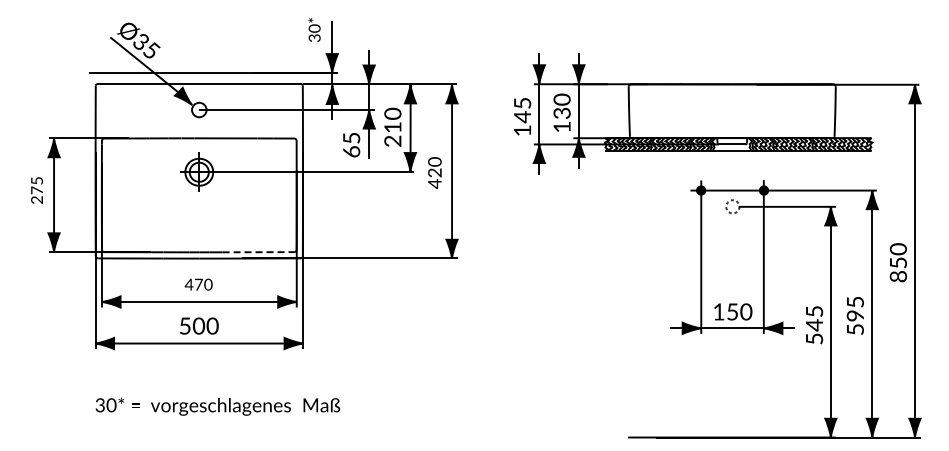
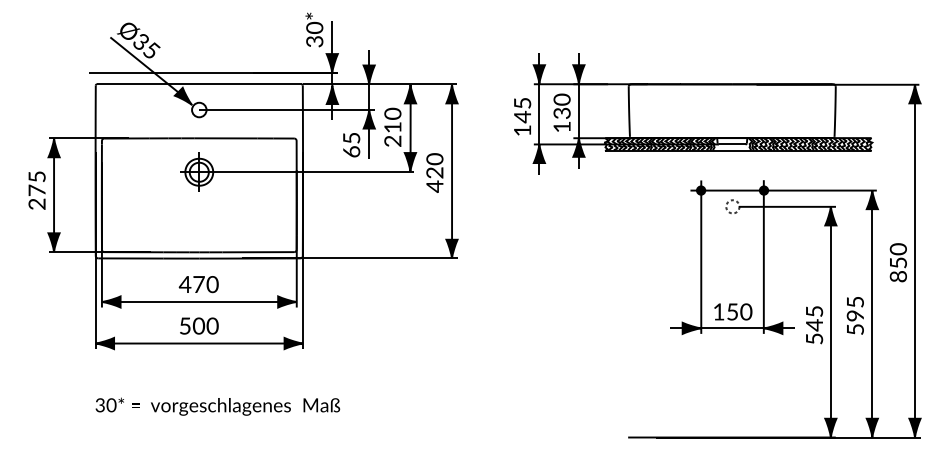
part at (314, 29) size: 13x24 px -> 19x36 px
part at (434, 172) size: 14x32 px -> 18x40 px
part at (37, 190) size: 13x27 px -> 18x39 px
line at (258, 252): dashed -> solid
part at (198, 284) size: 29x13 px -> 41x18 px
